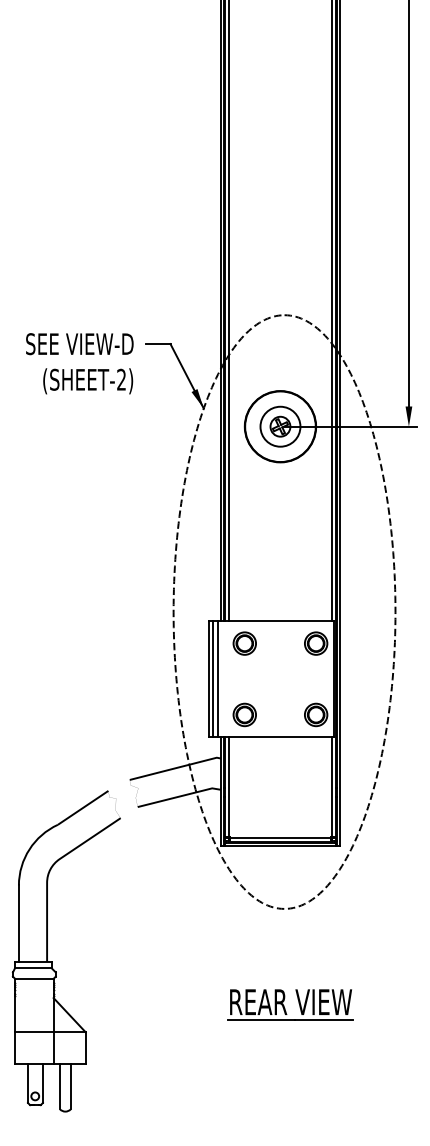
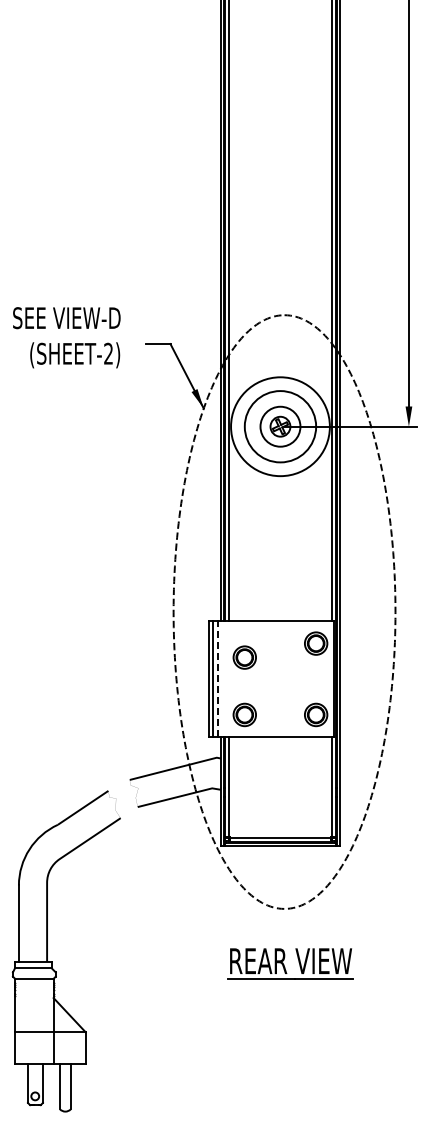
text at (79, 363) position: (79, 363) -> (66, 337)
circle at (280, 426) diameter: 71 px -> 99 px
part at (244, 643) position: (244, 643) -> (244, 657)
line at (217, 679): solid -> dashed
part at (284, 1005) position: (284, 1005) -> (284, 964)
